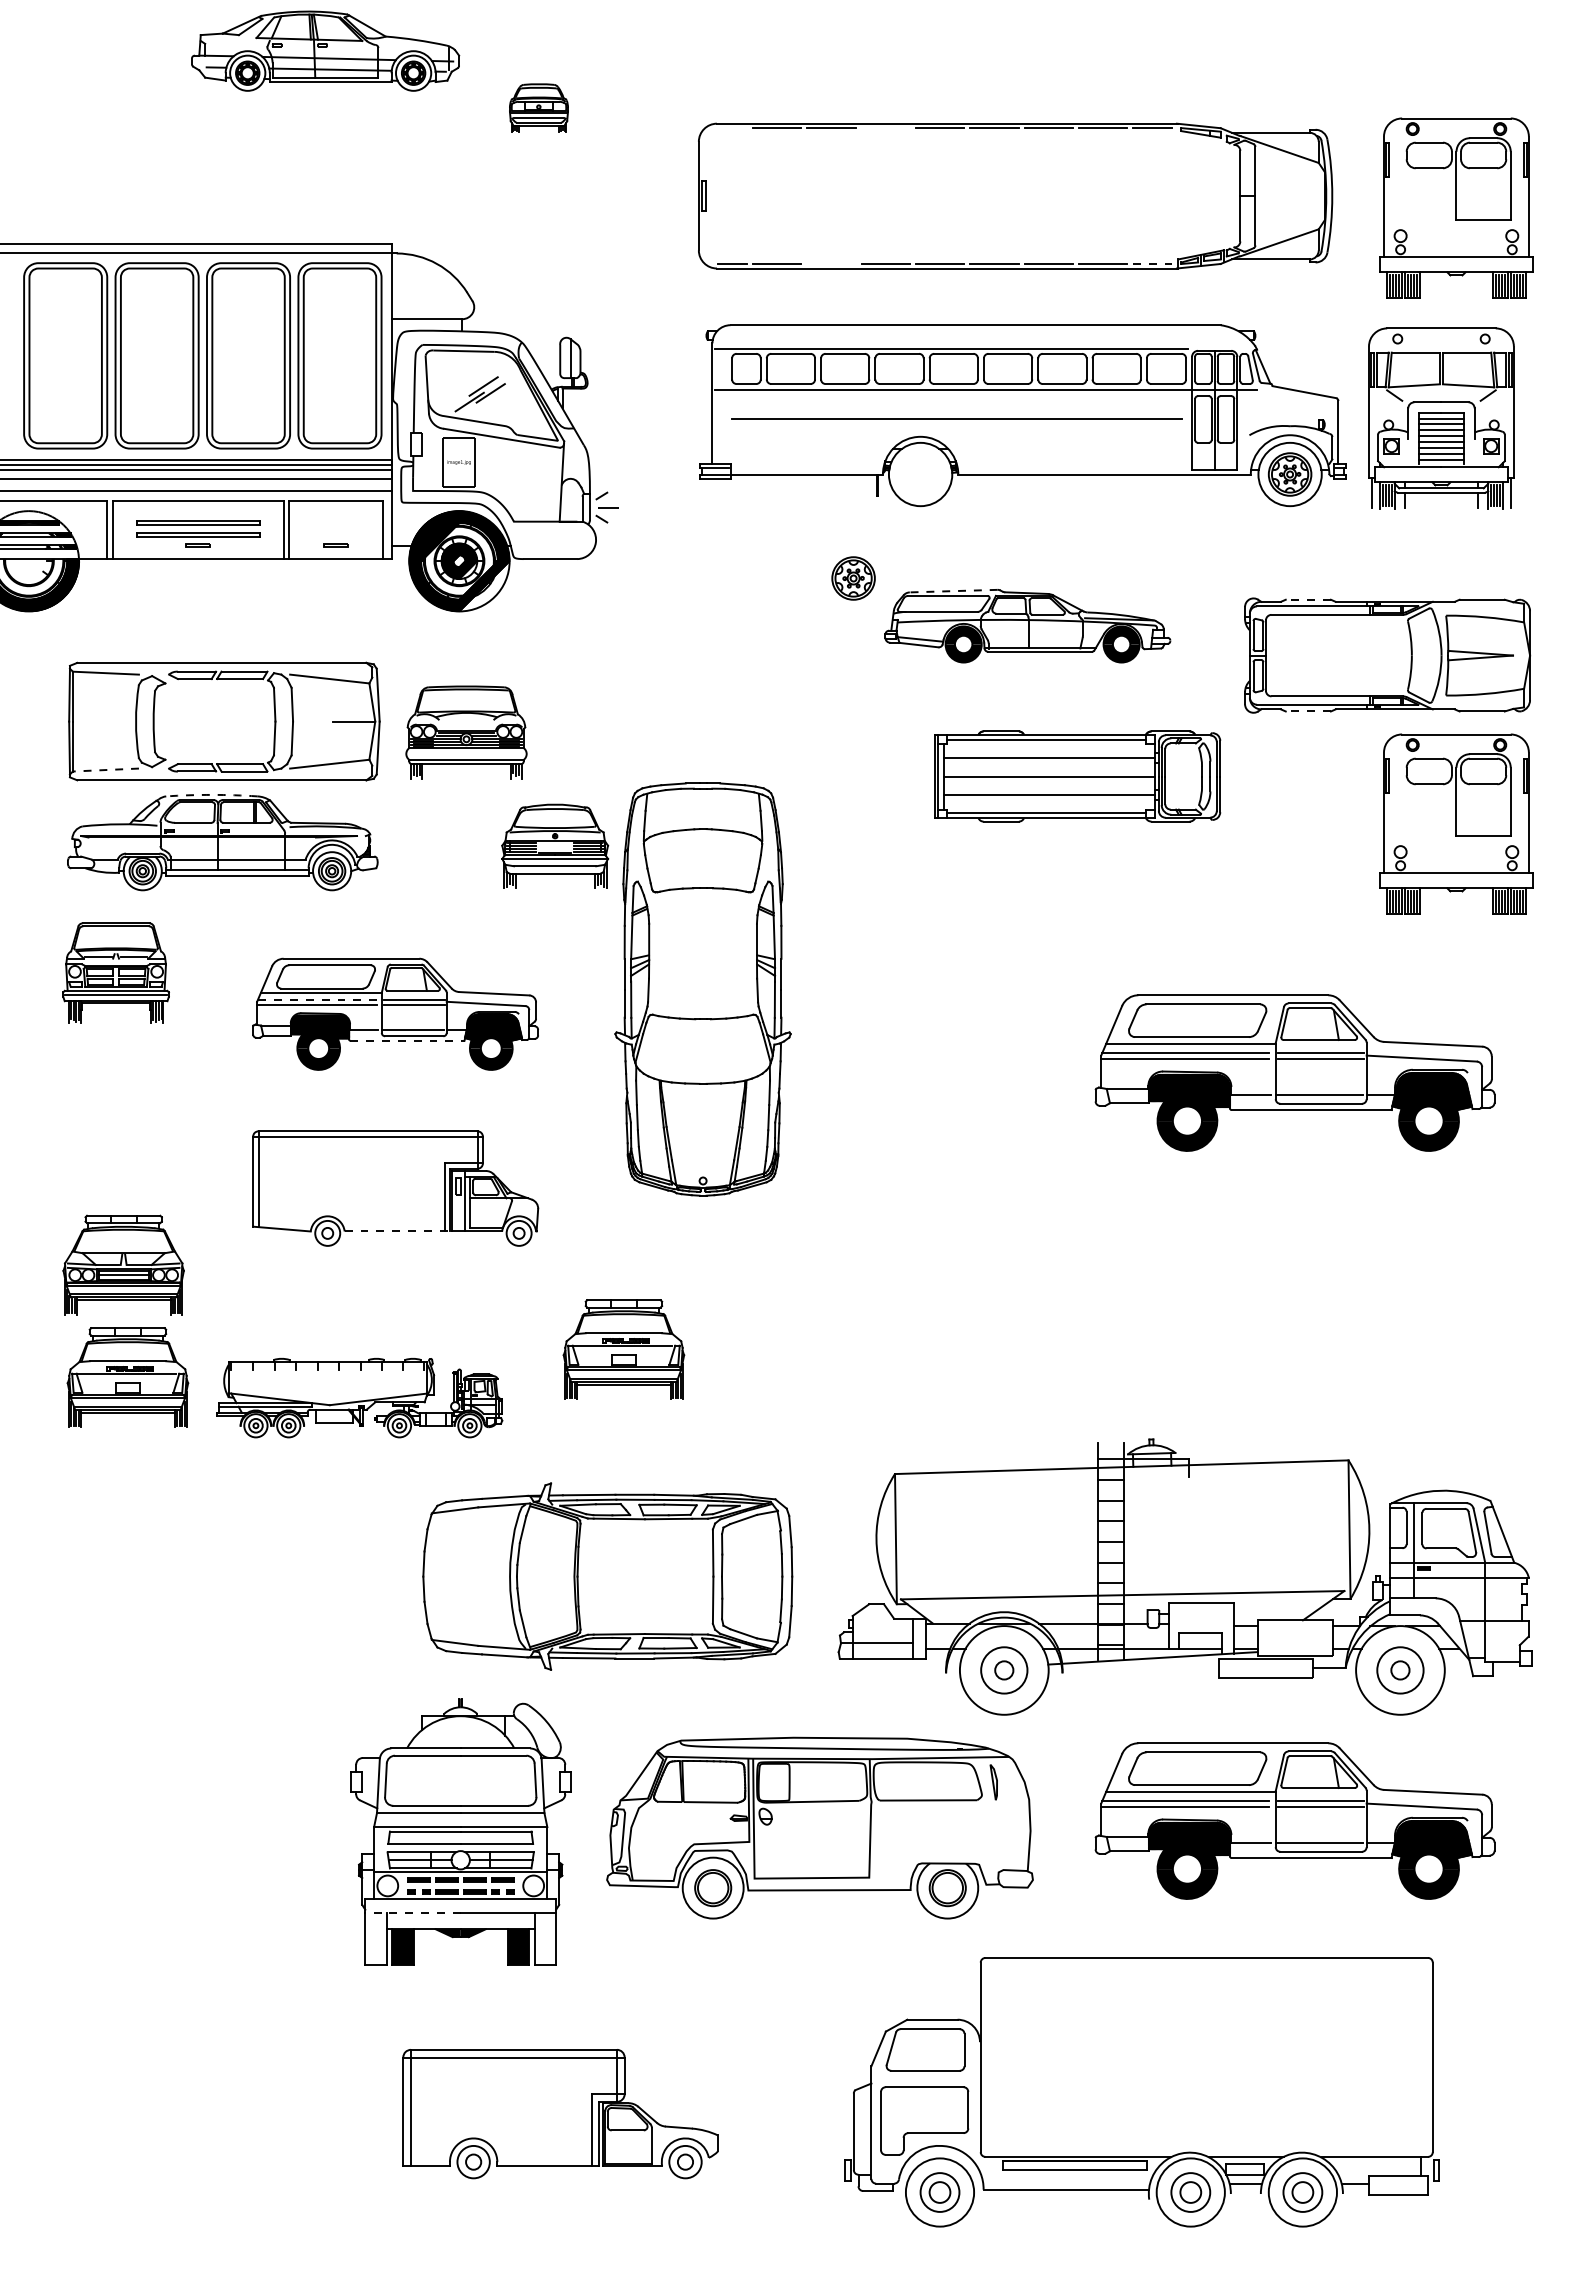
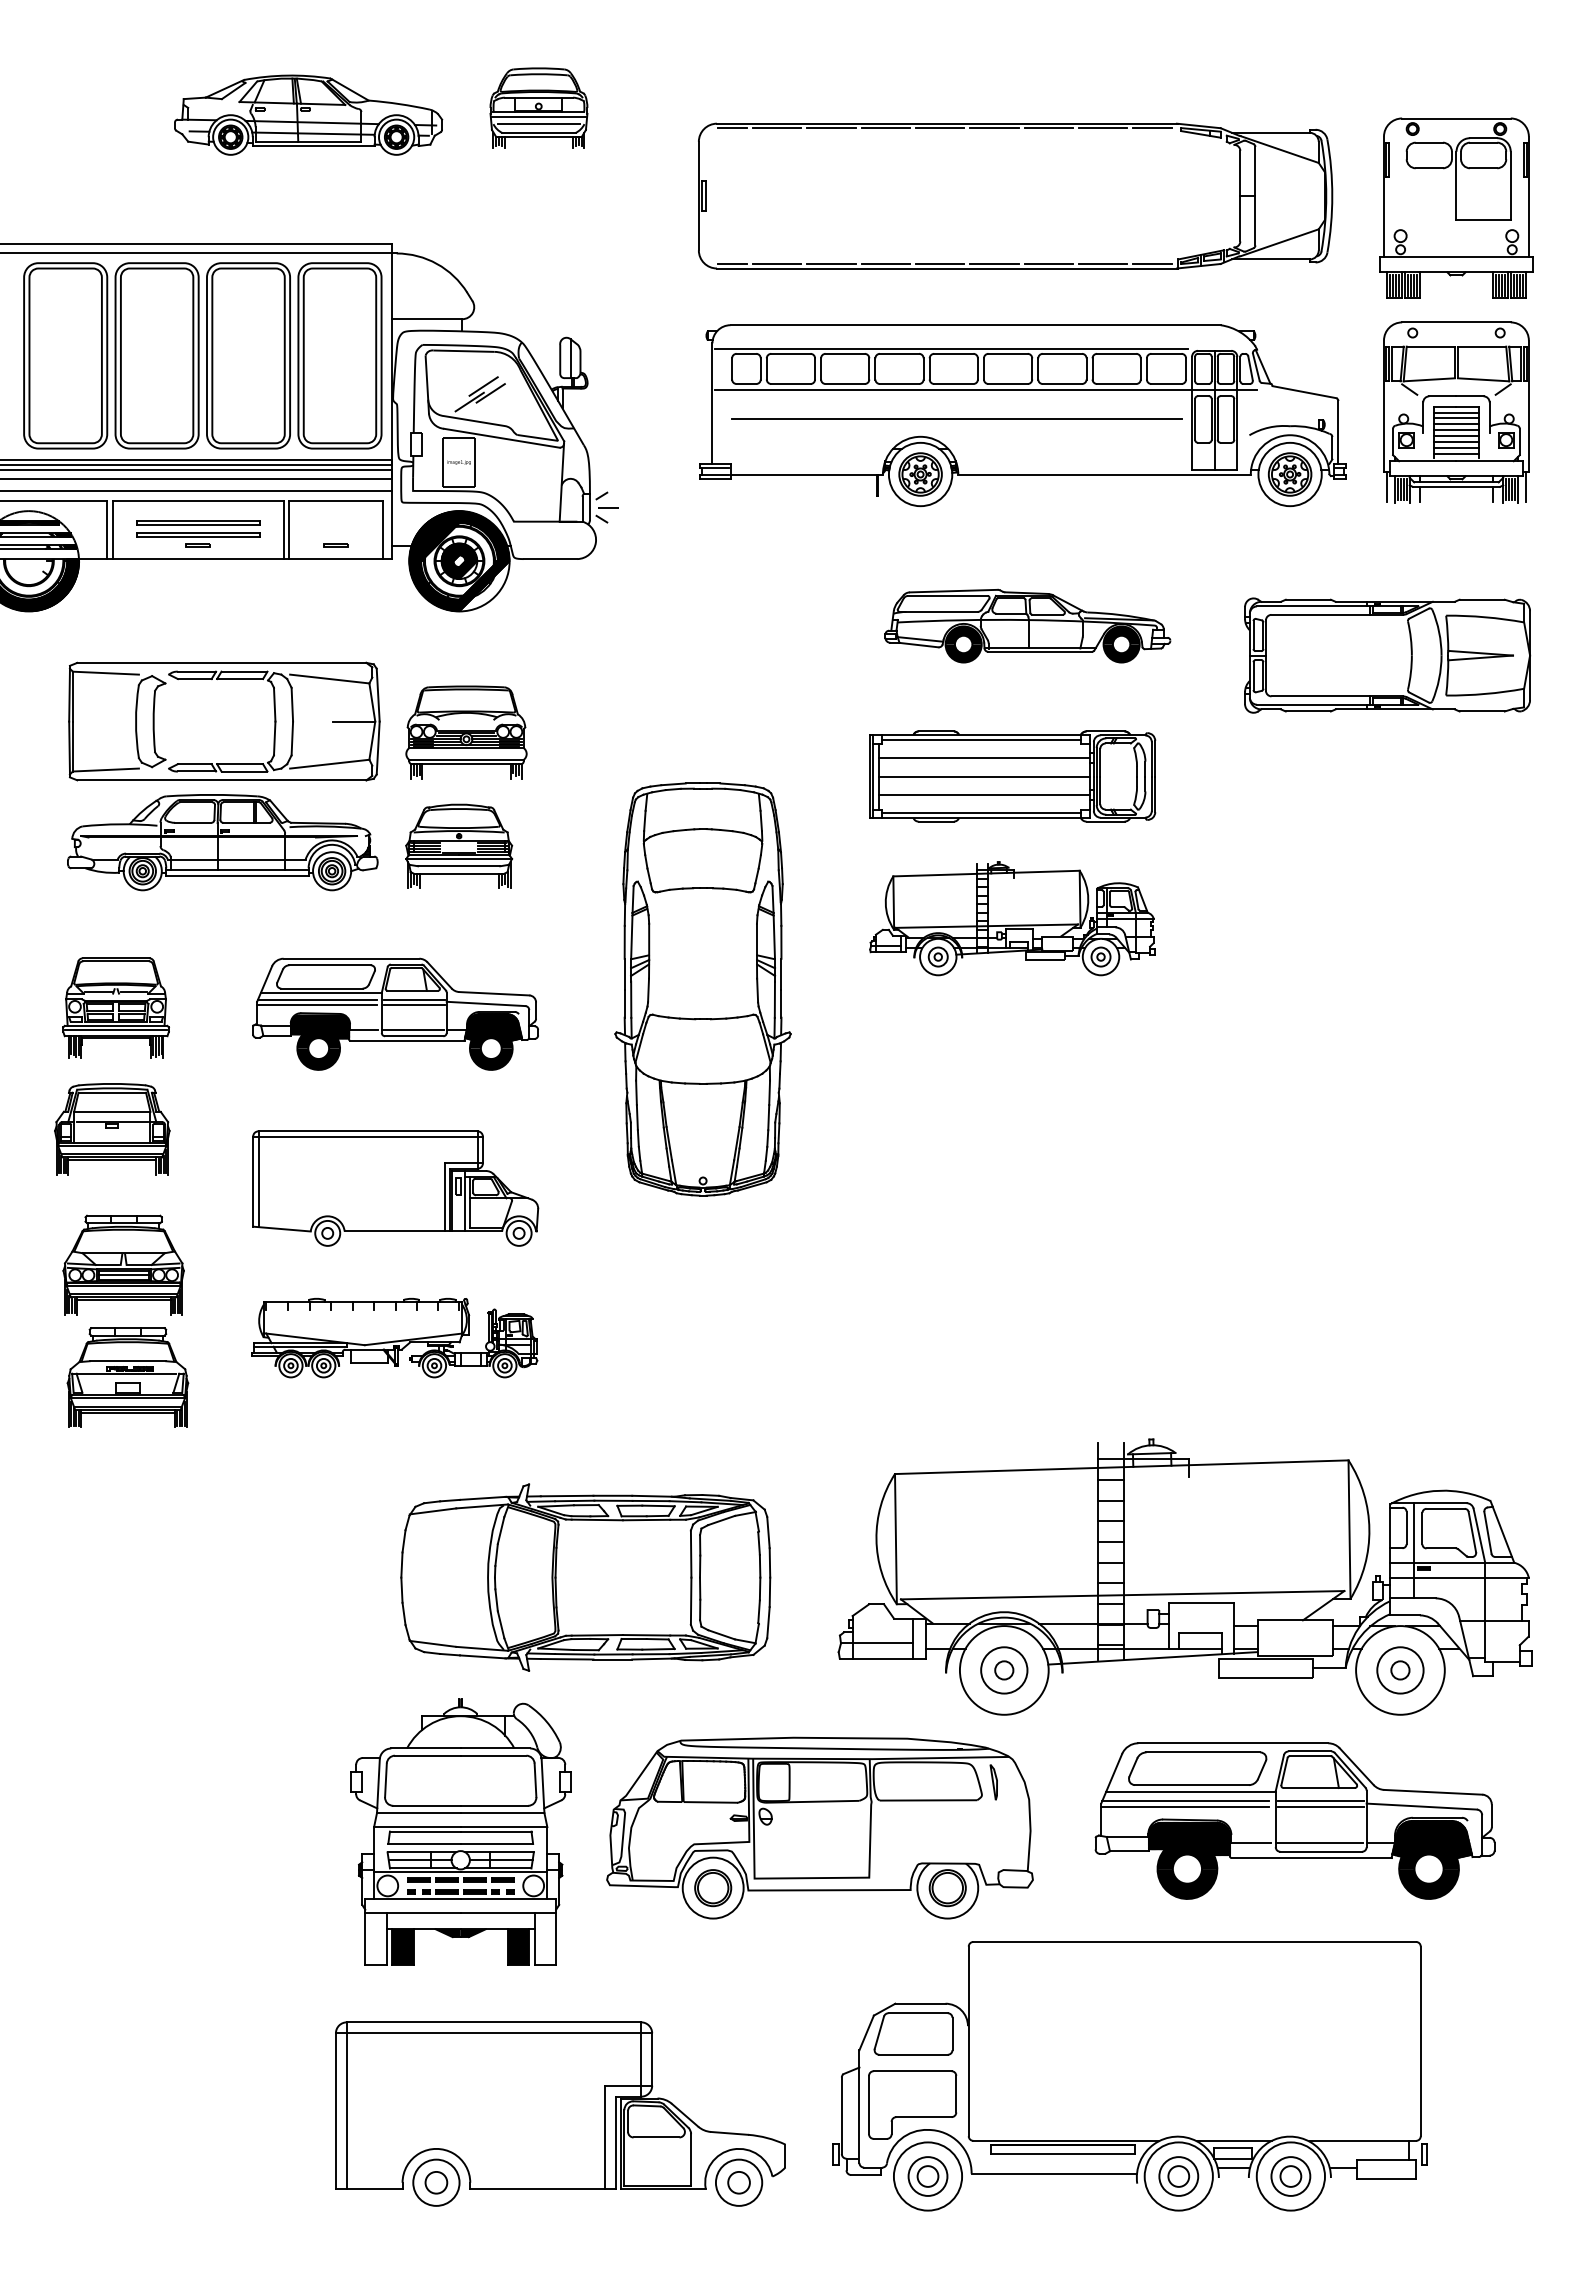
part at (325, 50) position: (325, 50) -> (308, 114)
part at (538, 107) size: 60x50 px -> 100x82 px
line at (732, 128): none -> present
line at (885, 128): none -> present
line at (831, 264): none -> present
line at (1152, 264): dashed -> solid
part at (1441, 418) position: (1441, 418) -> (1456, 412)
part at (853, 578) position: (853, 578) -> (920, 474)
line at (953, 591): dashed -> solid
line at (1308, 599): dashed -> solid
line at (1308, 711): dashed -> solid
line at (105, 770): dashed -> solid
part at (1077, 776) position: (1077, 776) -> (1012, 776)
arc at (211, 794): dashed -> solid
part at (1456, 823): present -> none
part at (555, 845) position: (555, 845) -> (459, 845)
part at (1012, 918): none -> present
part at (115, 972) position: (115, 972) -> (115, 1007)
line at (317, 1000): dashed -> solid
line at (407, 1040): dashed -> solid
part at (1294, 1072): present -> none
part at (112, 1129): none -> present
line at (397, 1231): dashed -> solid
part at (623, 1349): present -> none
part at (359, 1398) position: (359, 1398) -> (394, 1338)
part at (607, 1576) position: (607, 1576) -> (585, 1577)
line at (413, 1912): dashed -> solid
part at (1141, 2092) position: (1141, 2092) -> (1129, 2076)
part at (560, 2114) size: 317x131 px -> 451x186 px
